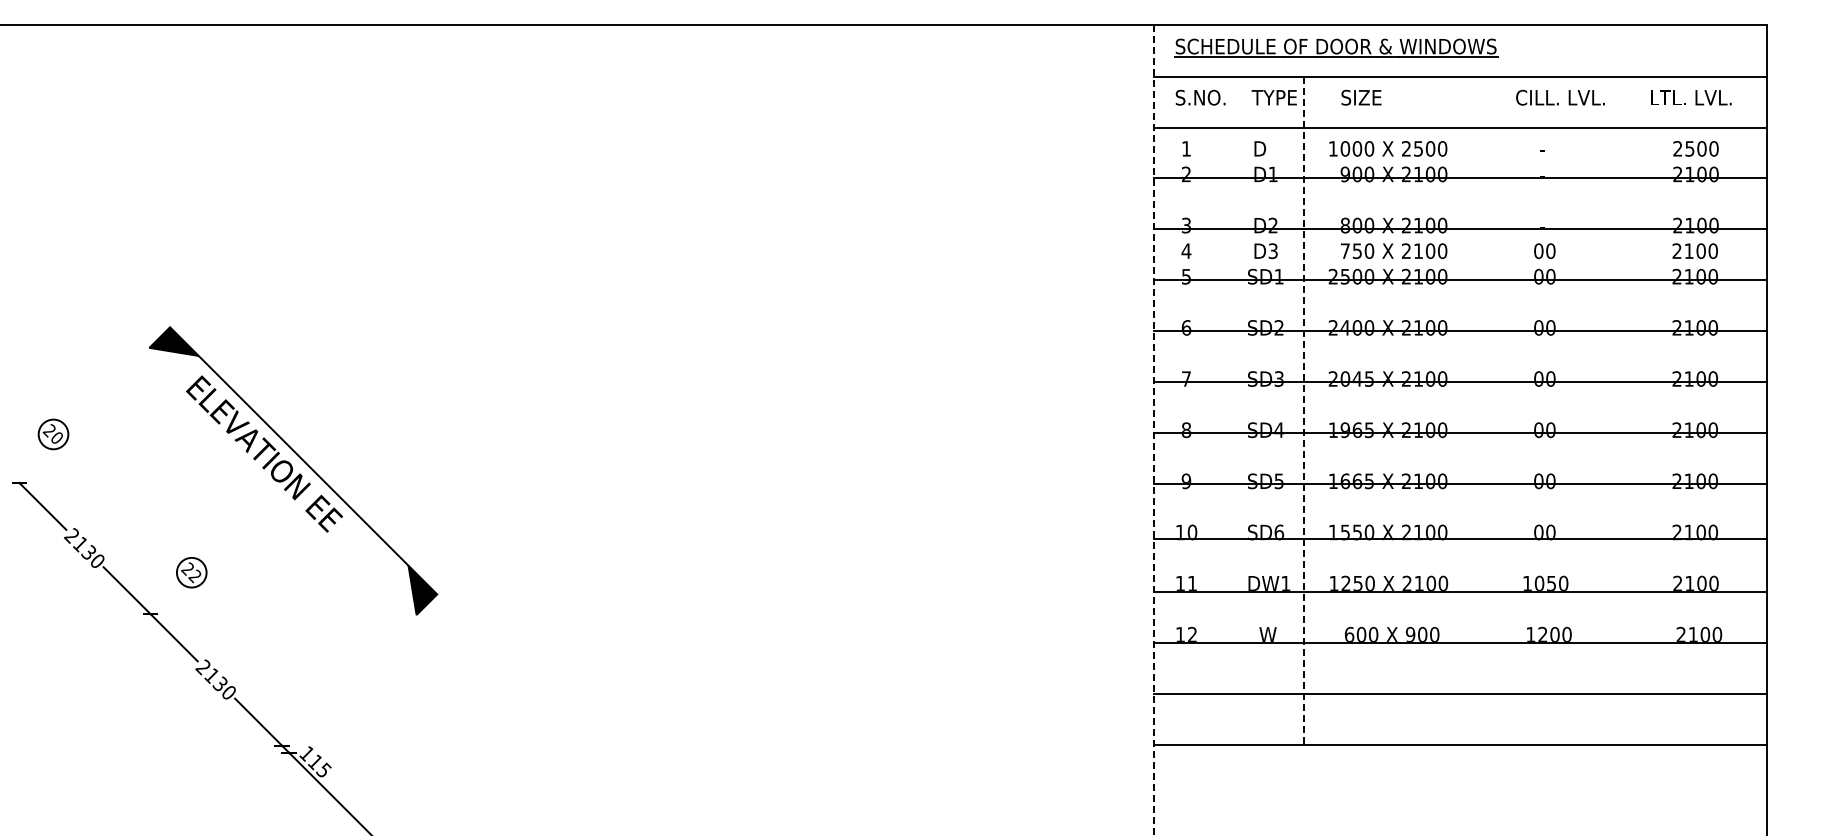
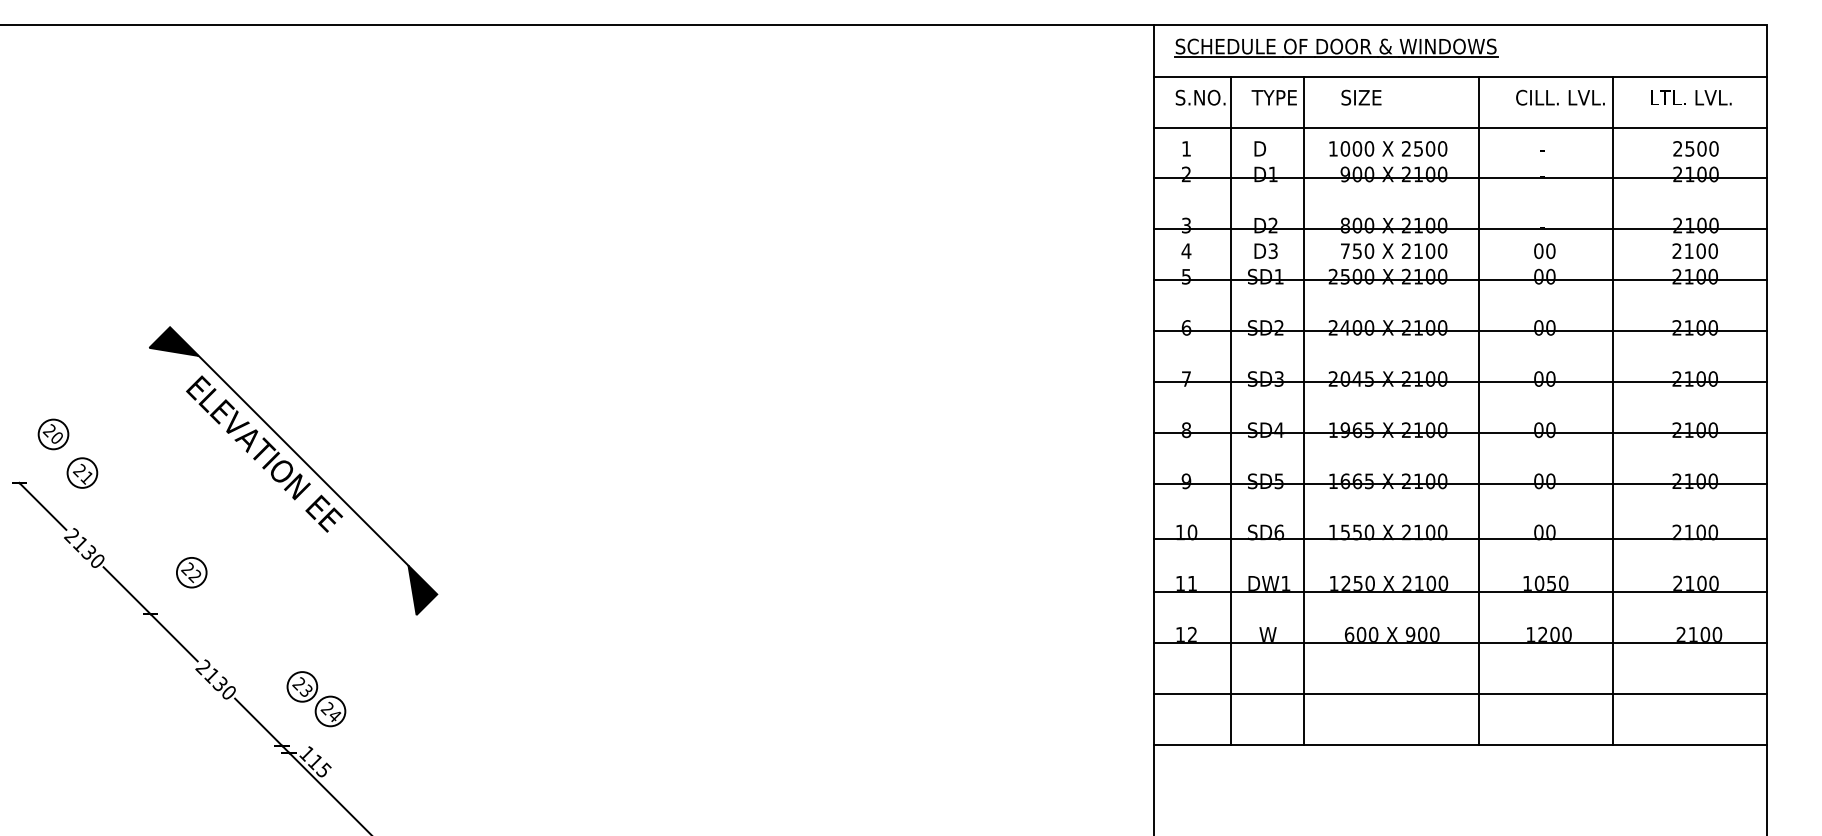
line at (1230, 410): none -> present
line at (1478, 410): none -> present
line at (1612, 410): none -> present
line at (1303, 411): dashed -> solid
line at (1153, 430): dashed -> solid
part at (82, 472): none -> present
part at (316, 699): none -> present
